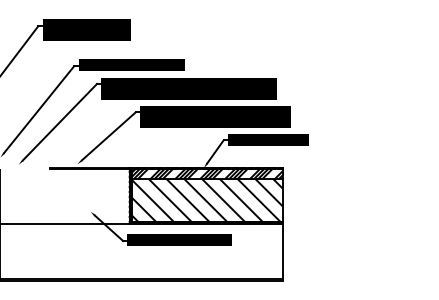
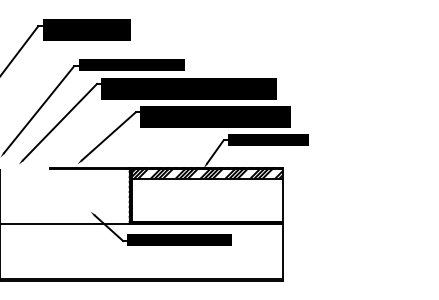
hatch at (206, 200): present -> none
